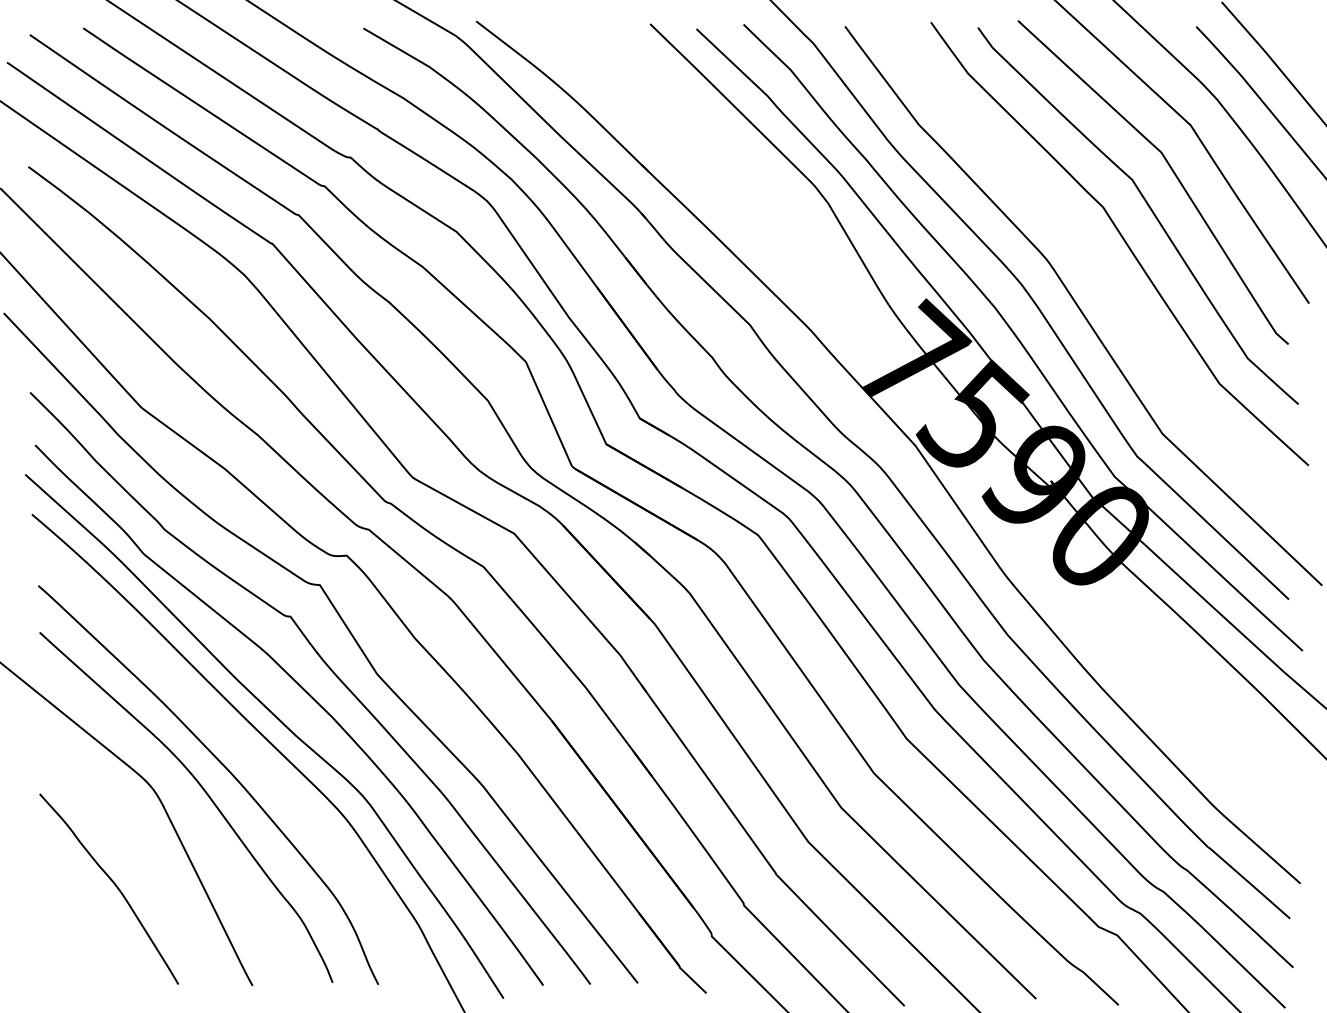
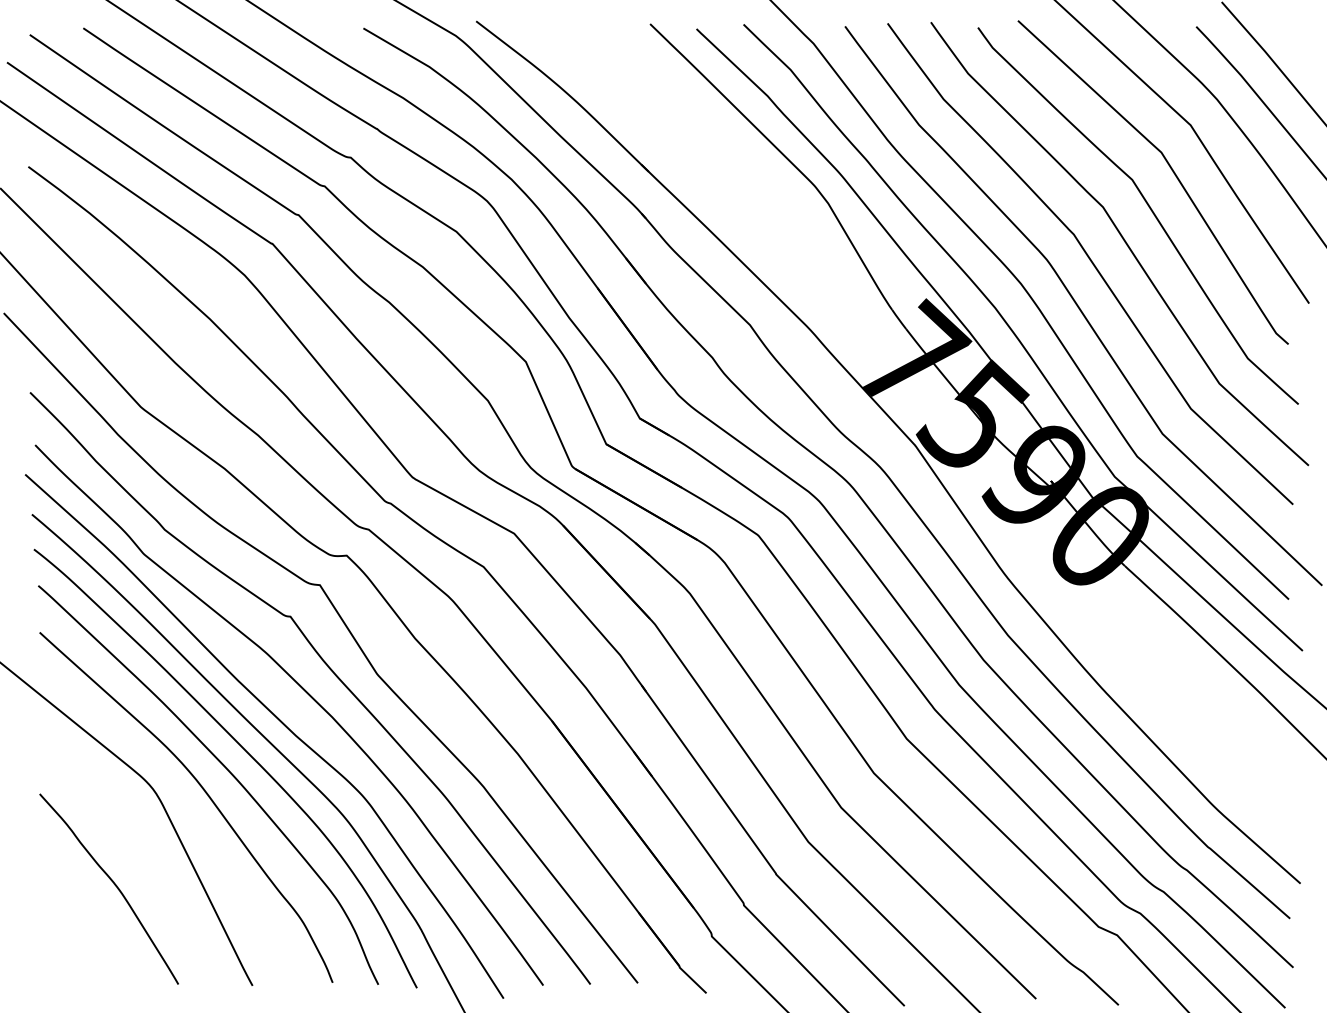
curve at (1091, 263): none -> present
curve at (243, 749): none -> present
